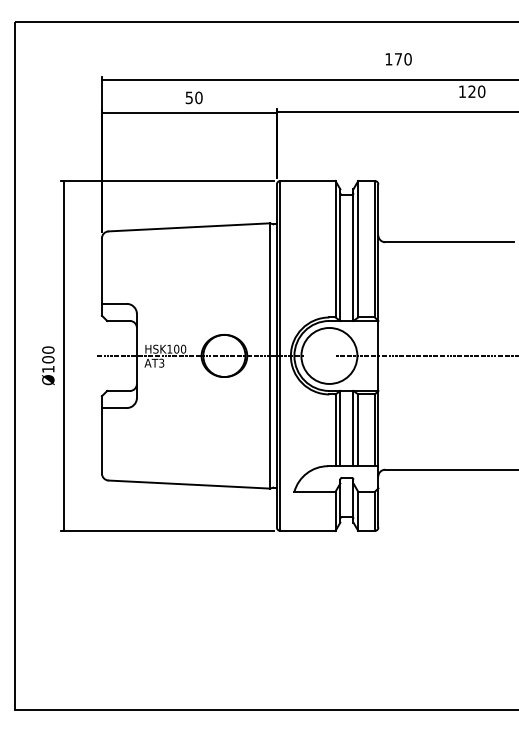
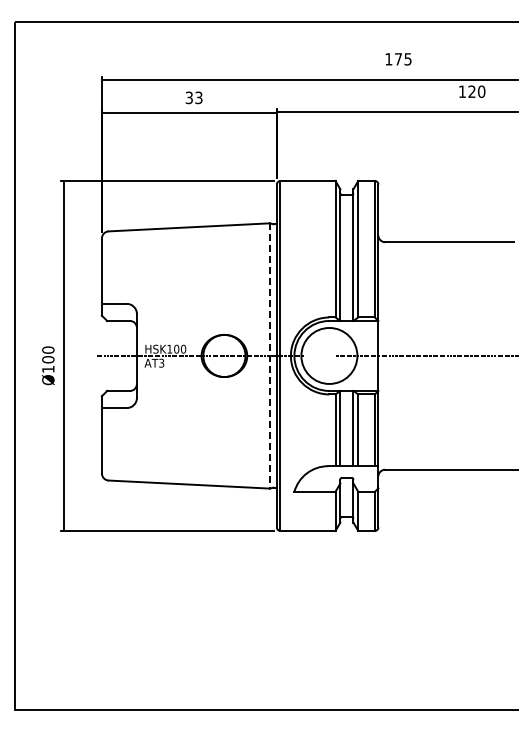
text at (407, 59): 170 -> 175
text at (194, 97): 50 -> 33
line at (269, 355): solid -> dashed
